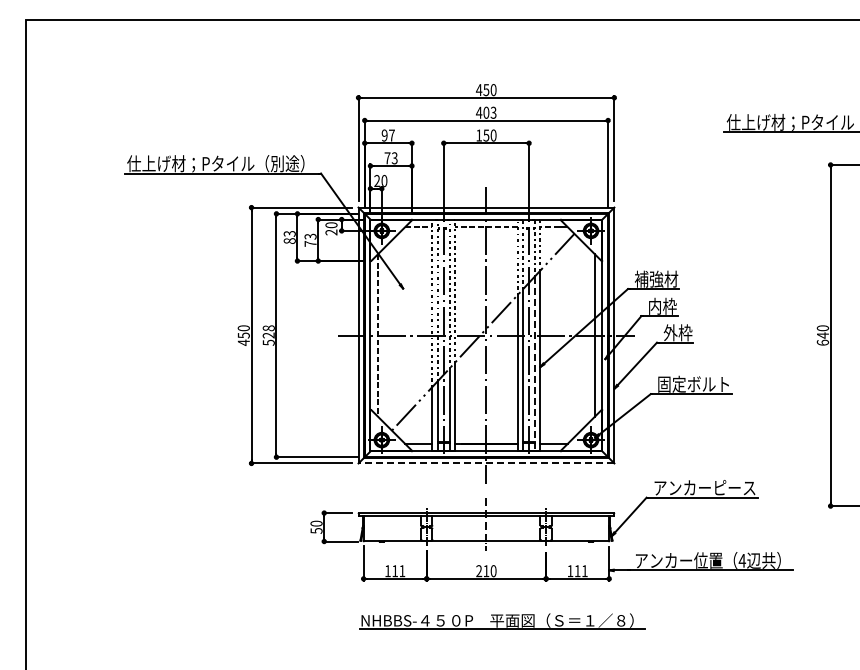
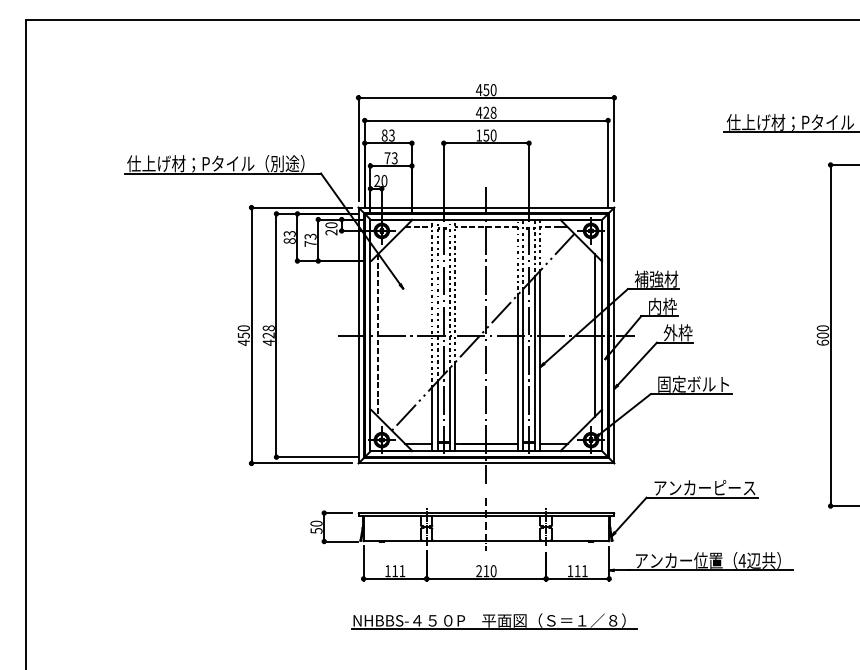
text at (489, 112): 403 -> 428
text at (387, 135): 97 -> 83
text at (822, 335): 640 -> 600
text at (268, 342): 528 -> 428
line at (534, 364): dashed -> solid
line at (486, 463): dashed -> solid
part at (502, 621) position: (502, 621) -> (494, 621)
